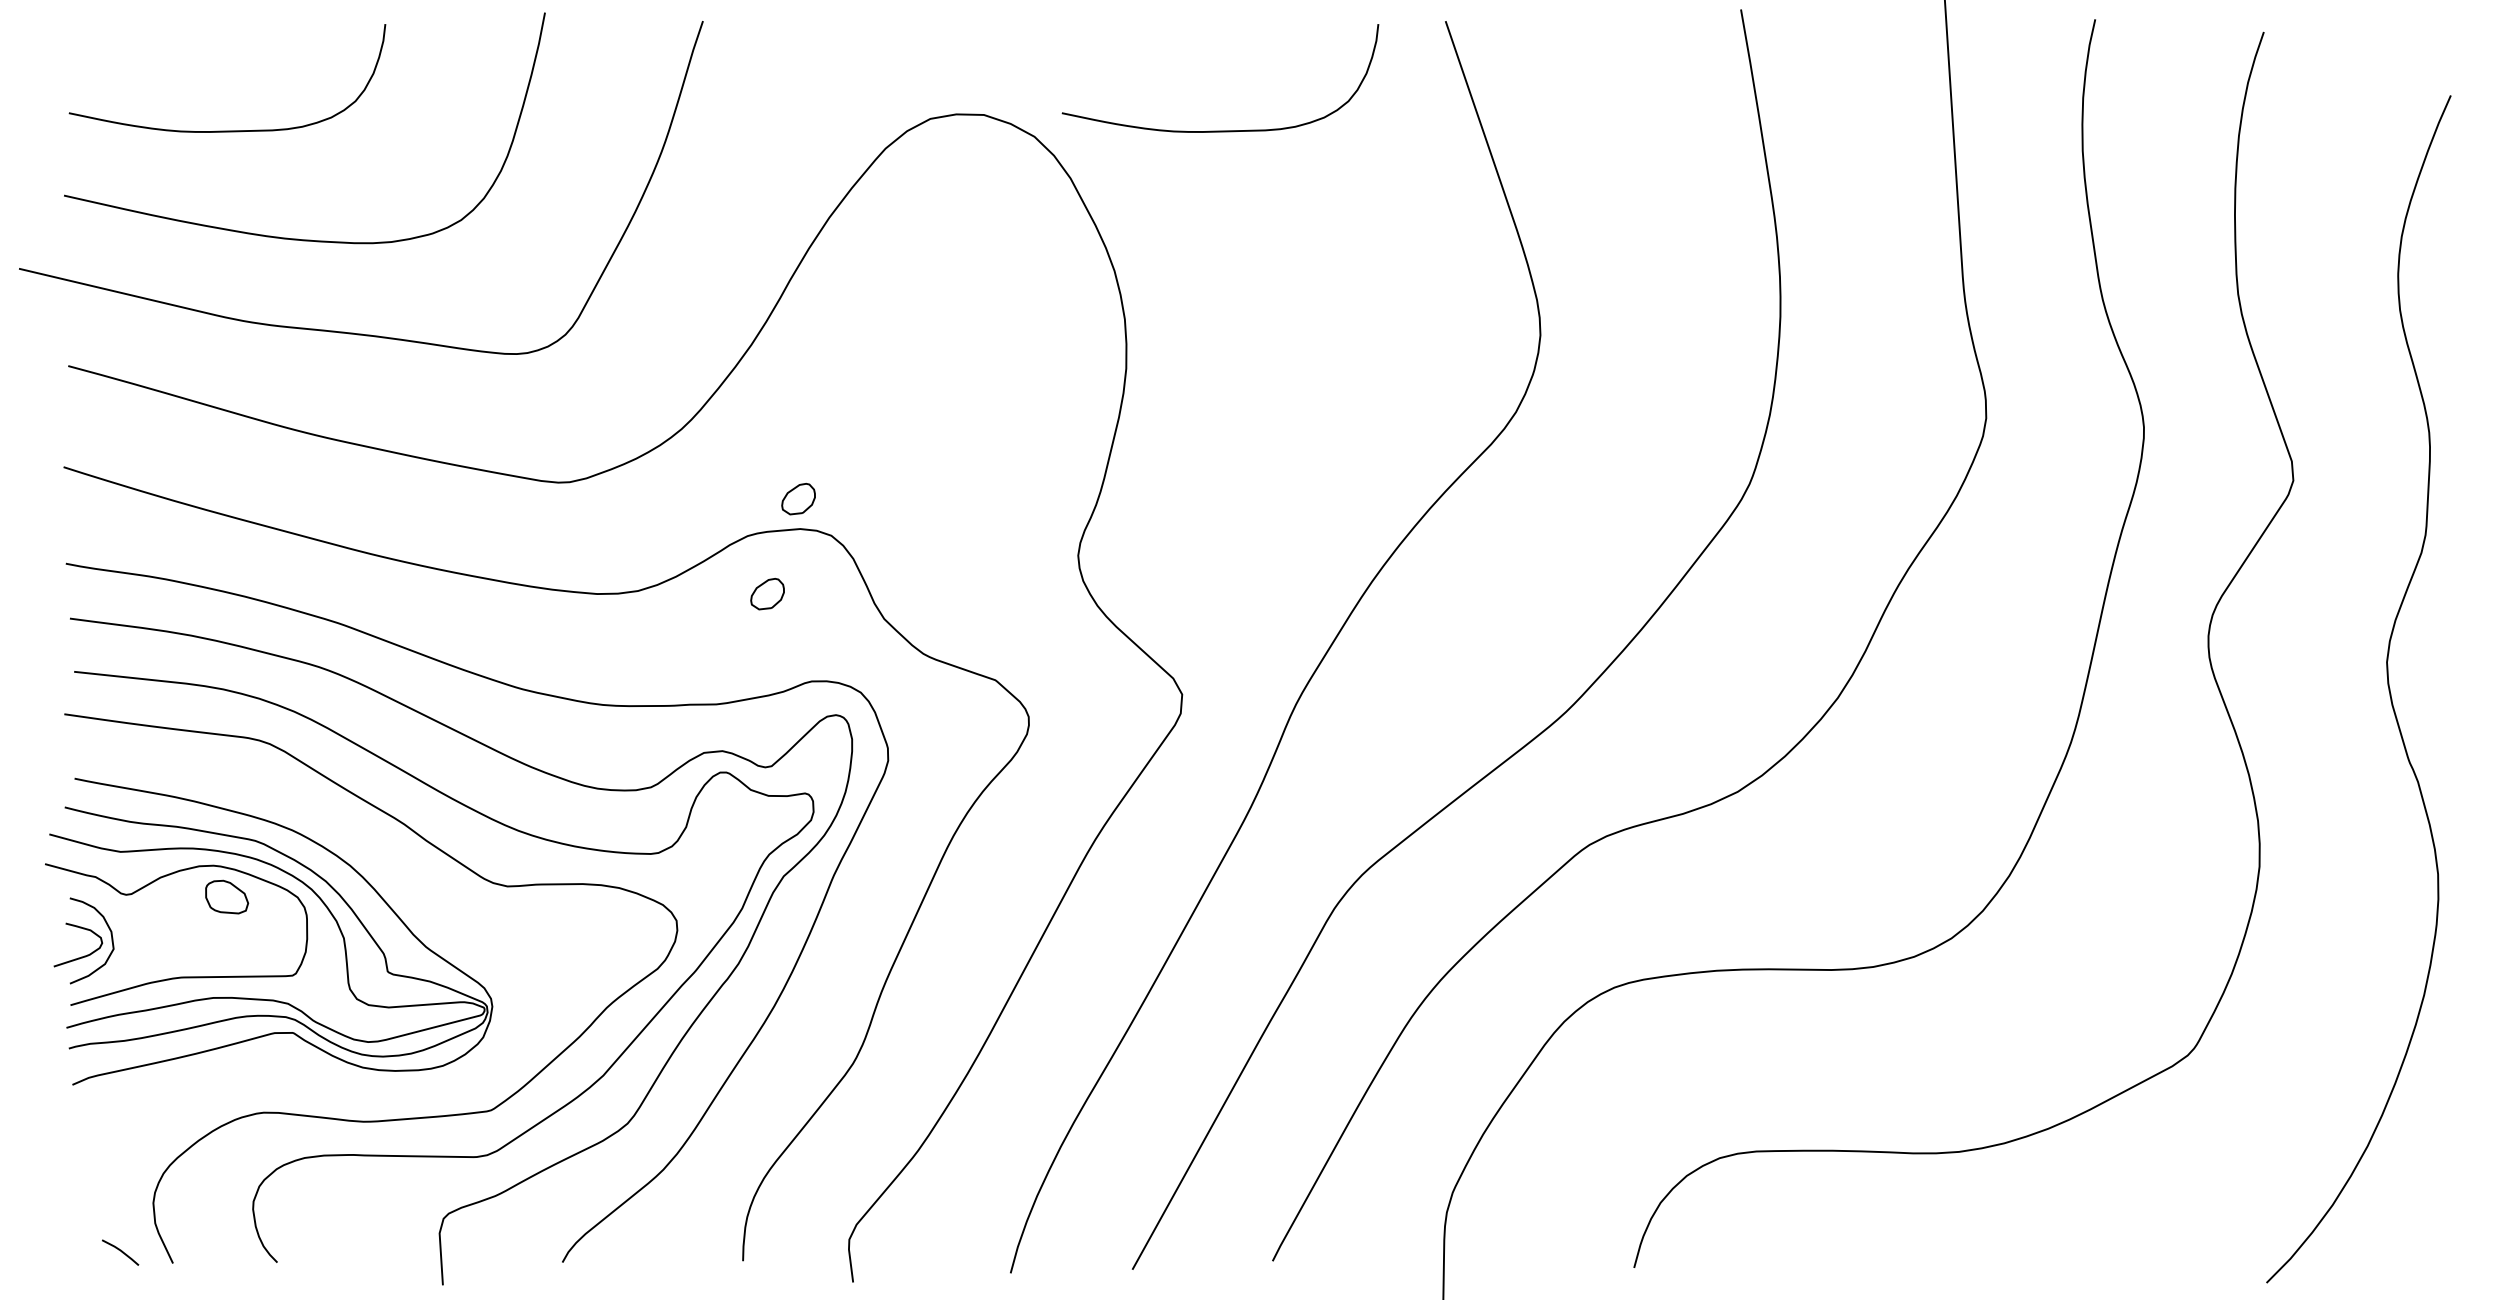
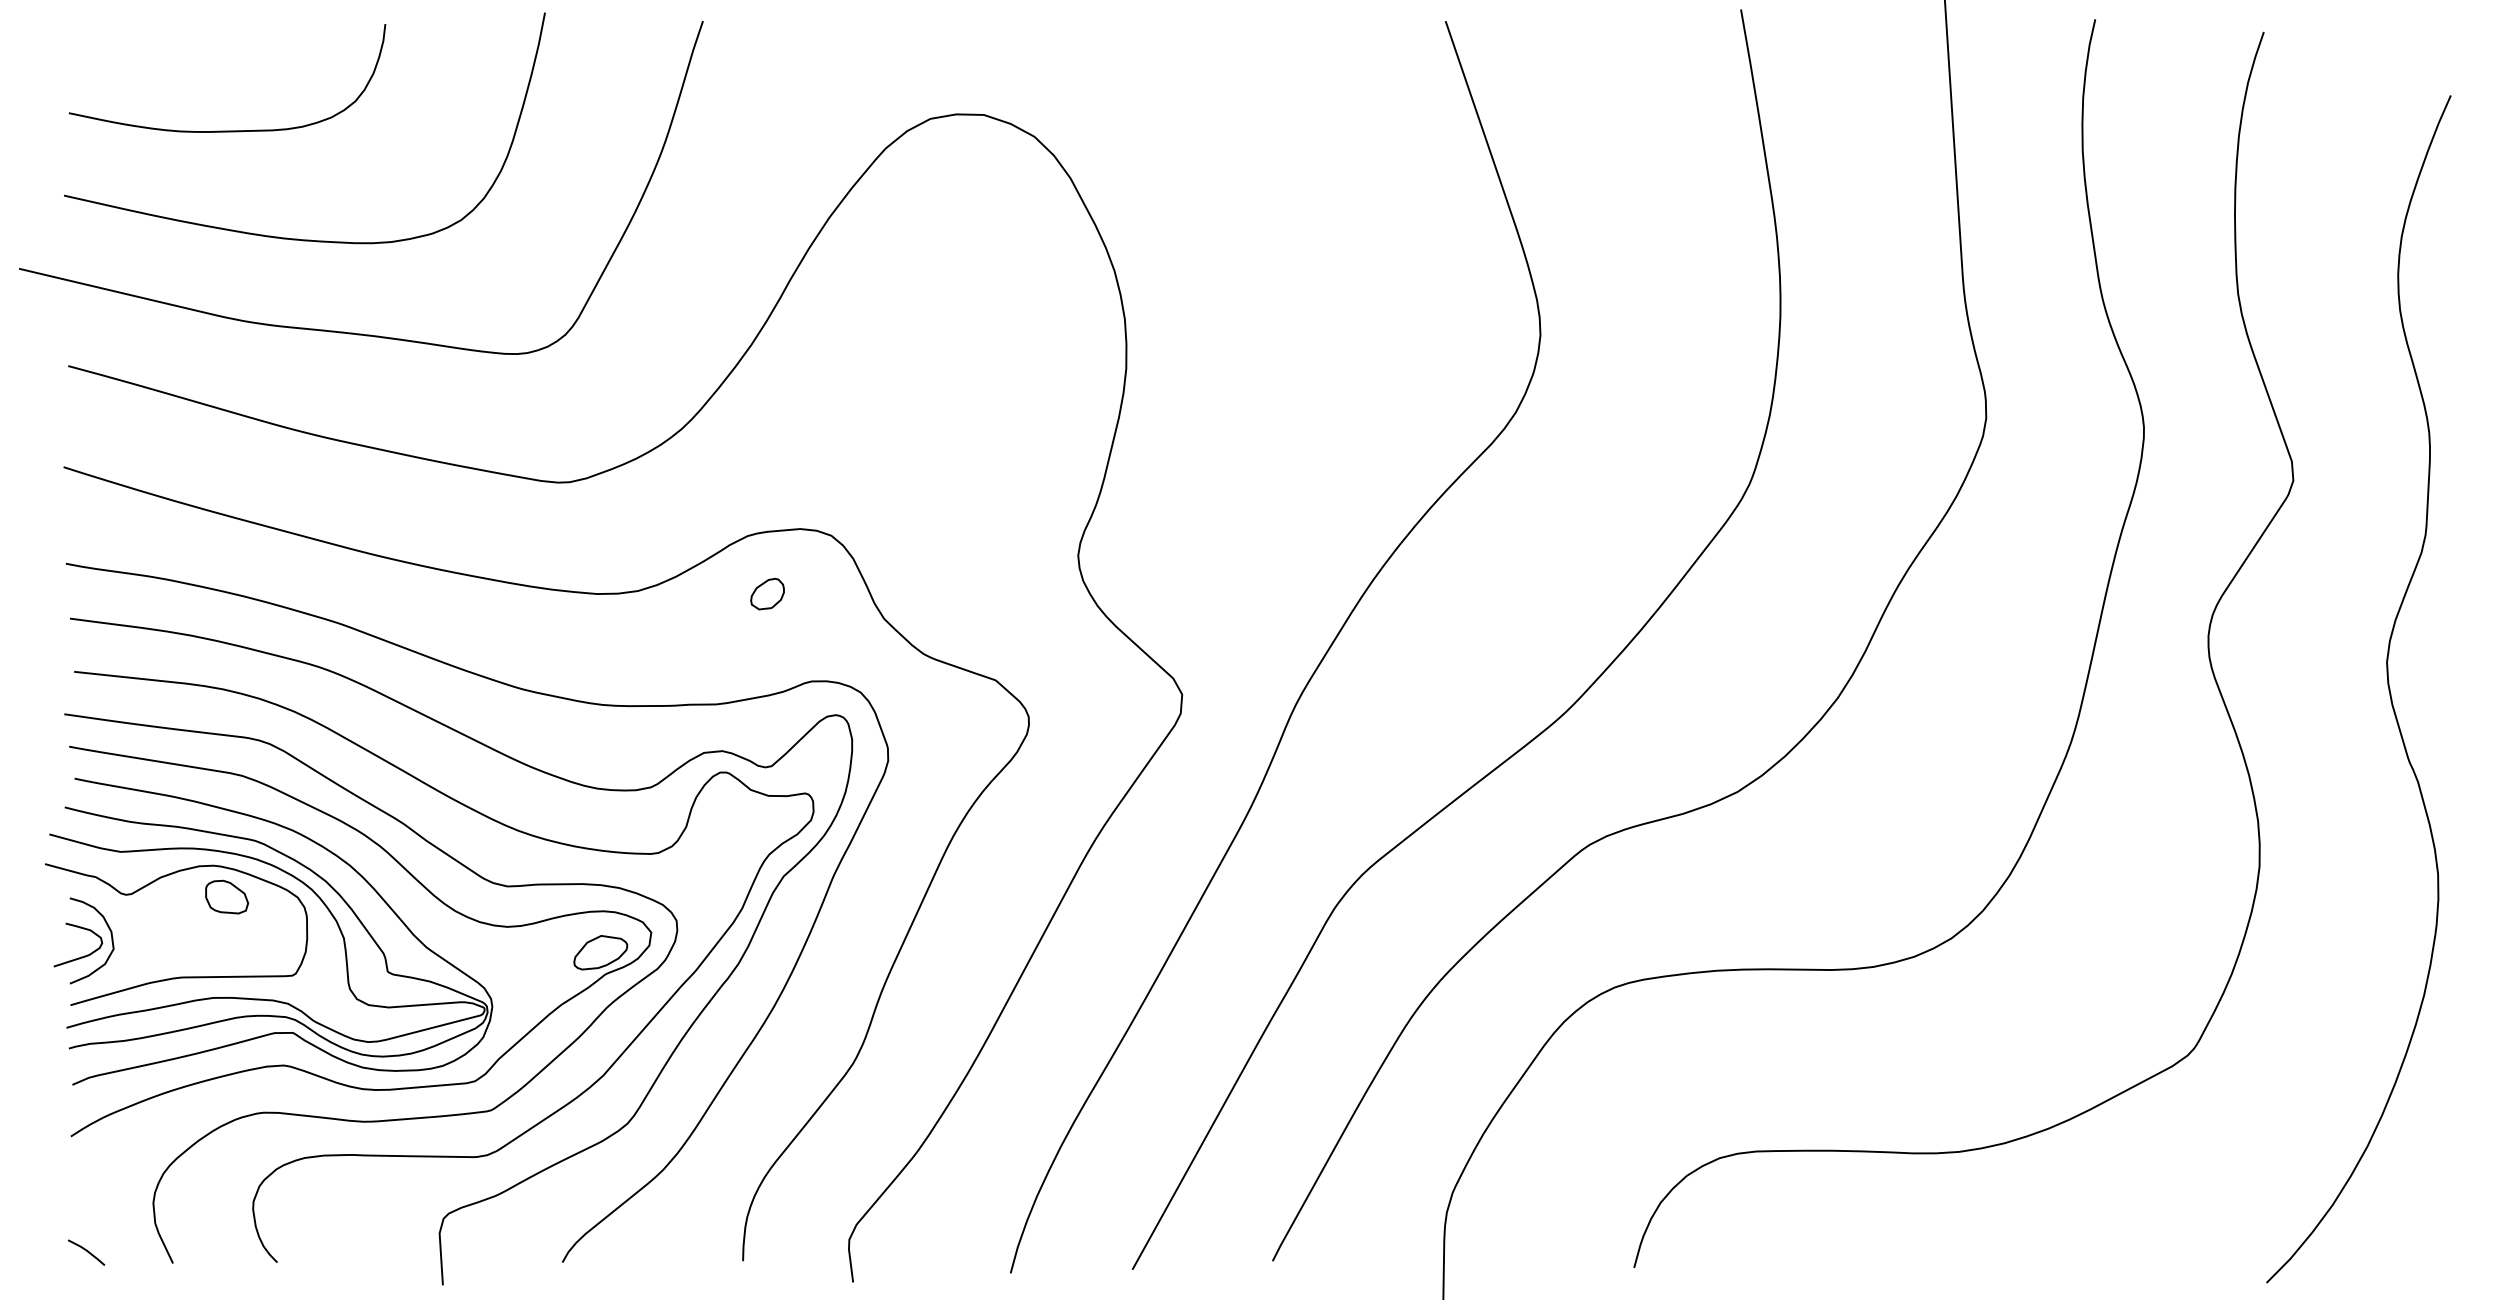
curve at (1220, 130): present -> none
part at (798, 499): present -> none
part at (414, 879): none -> present
line at (120, 1251) position: (120, 1251) -> (86, 1251)
